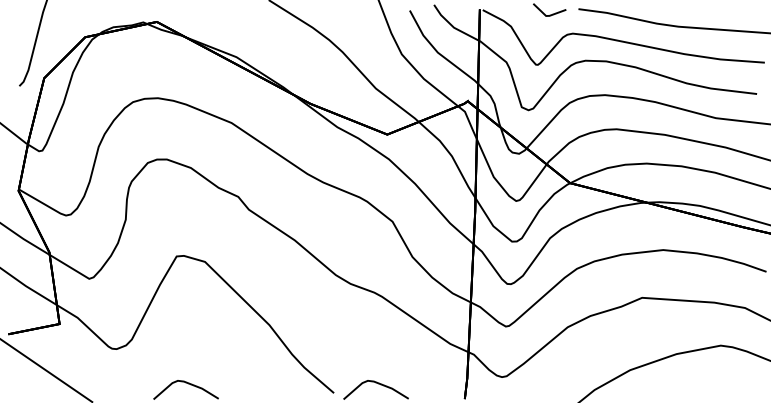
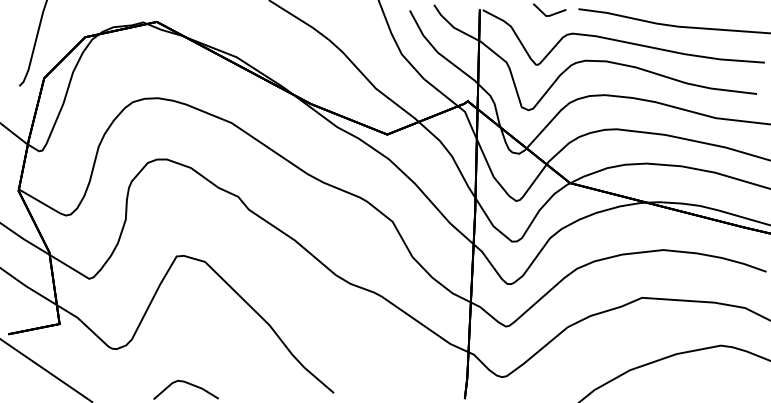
curve at (378, 384): present -> none
